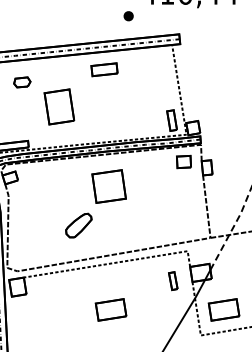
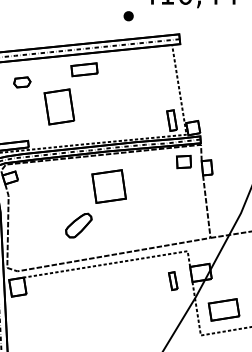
part at (104, 69) position: (104, 69) -> (84, 69)
line at (233, 228): dashed -> solid
part at (110, 309): present -> none
